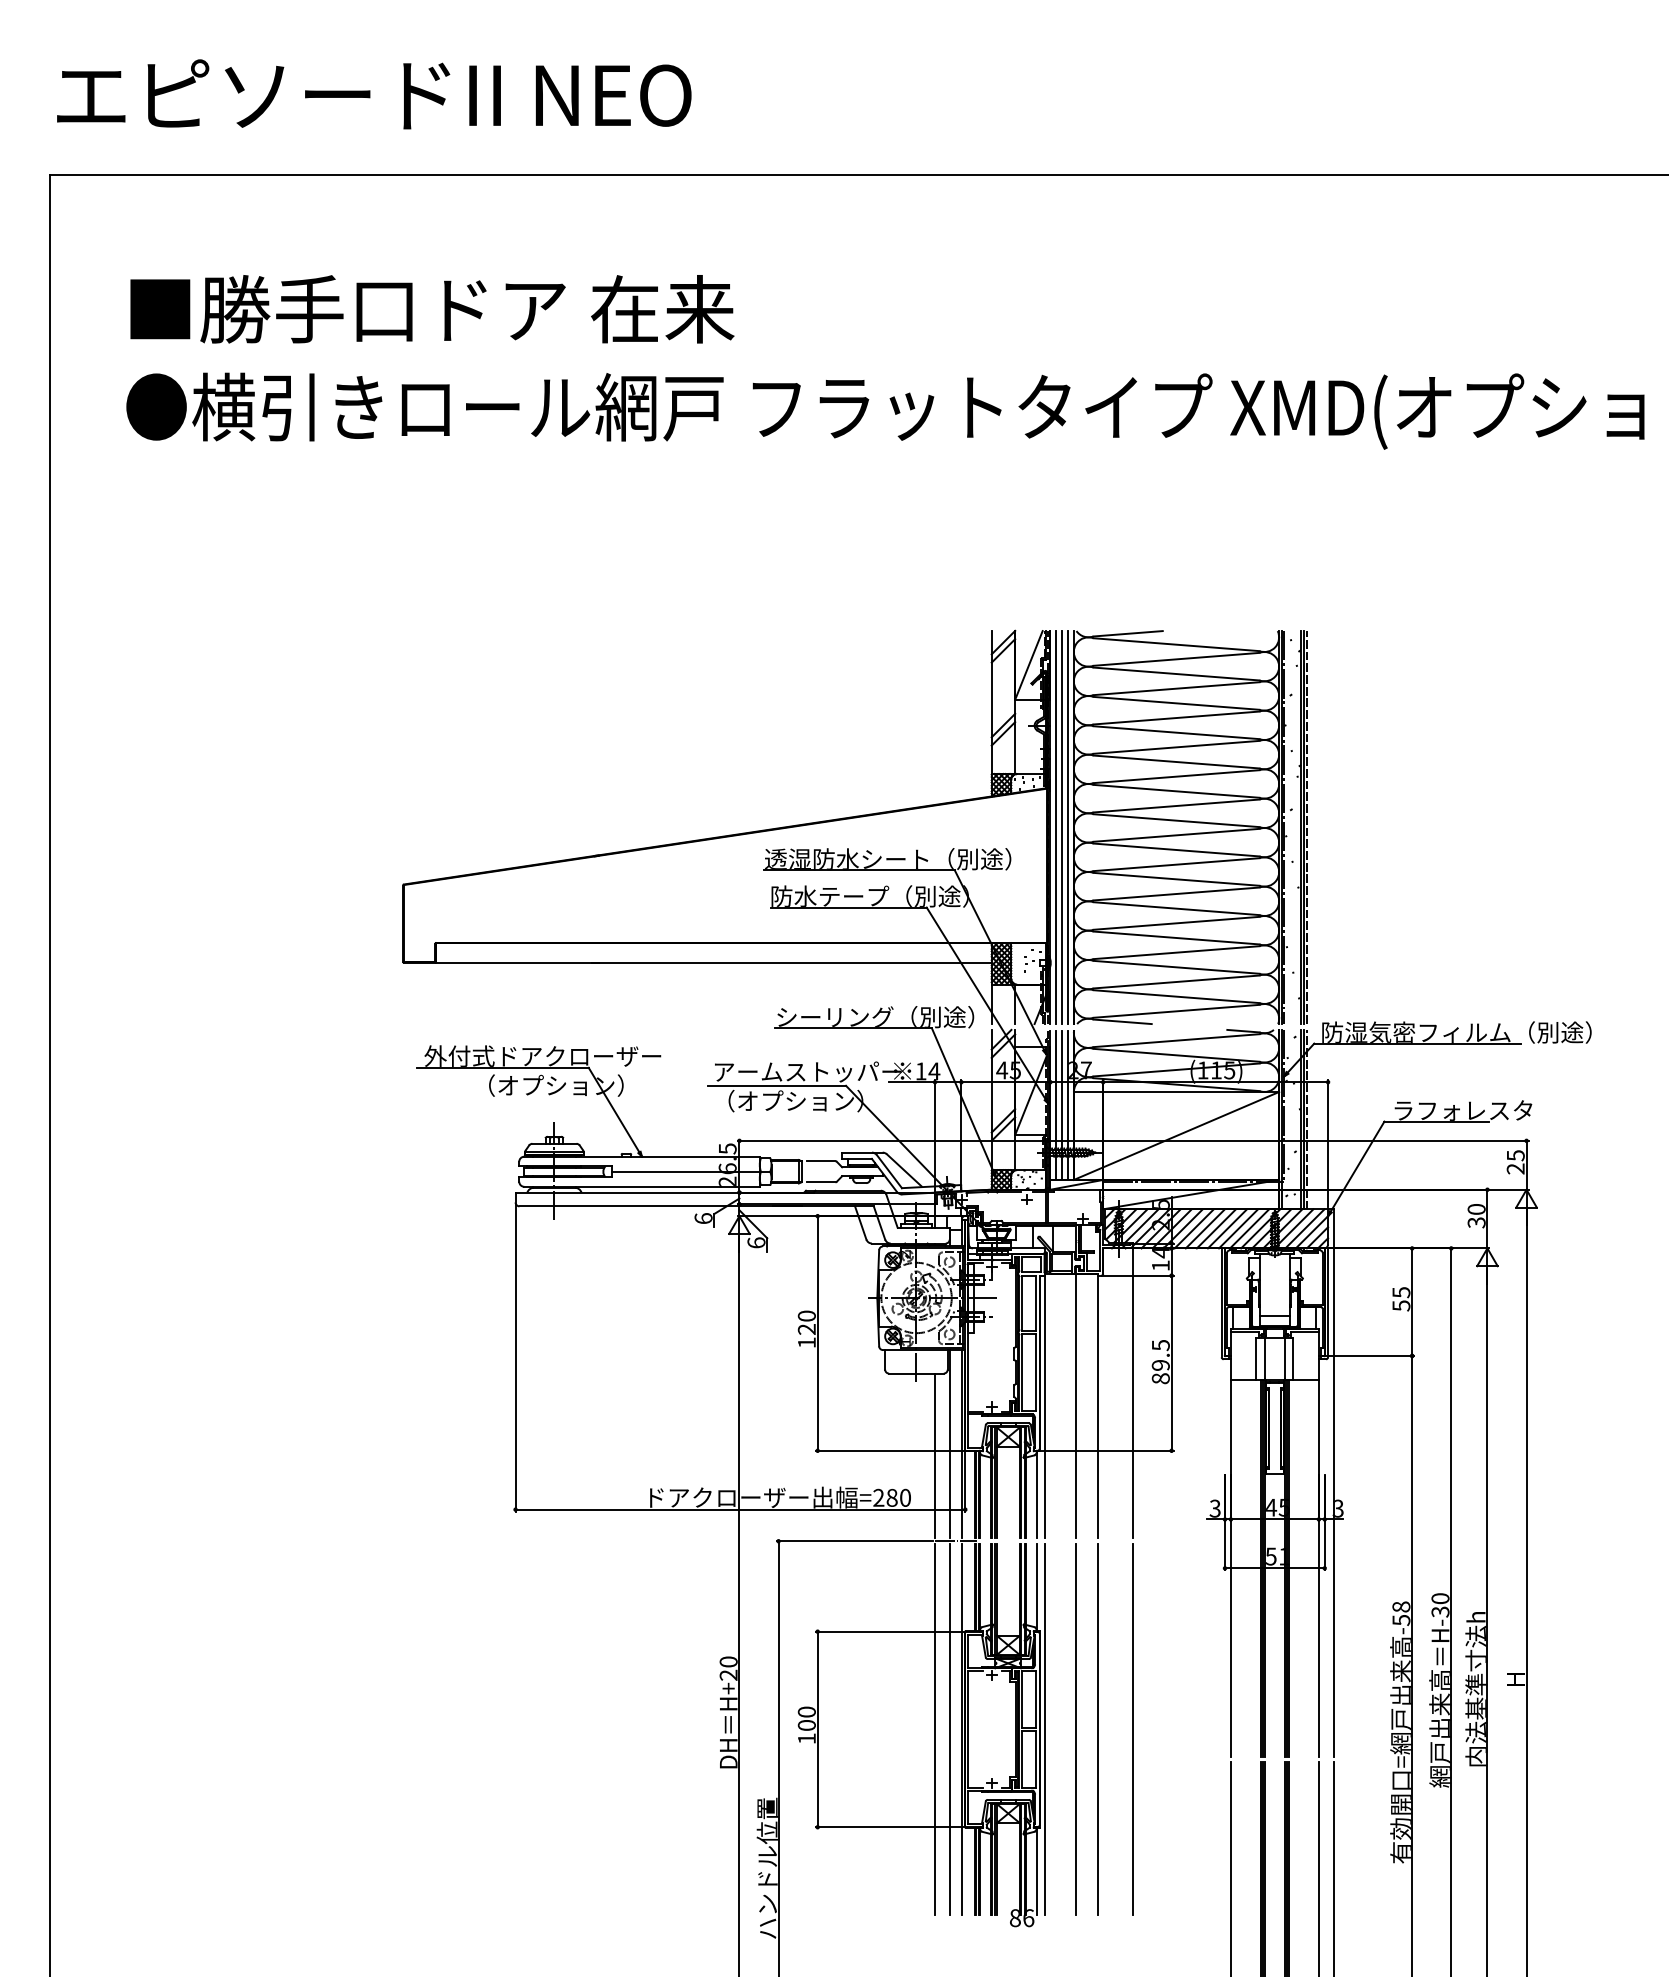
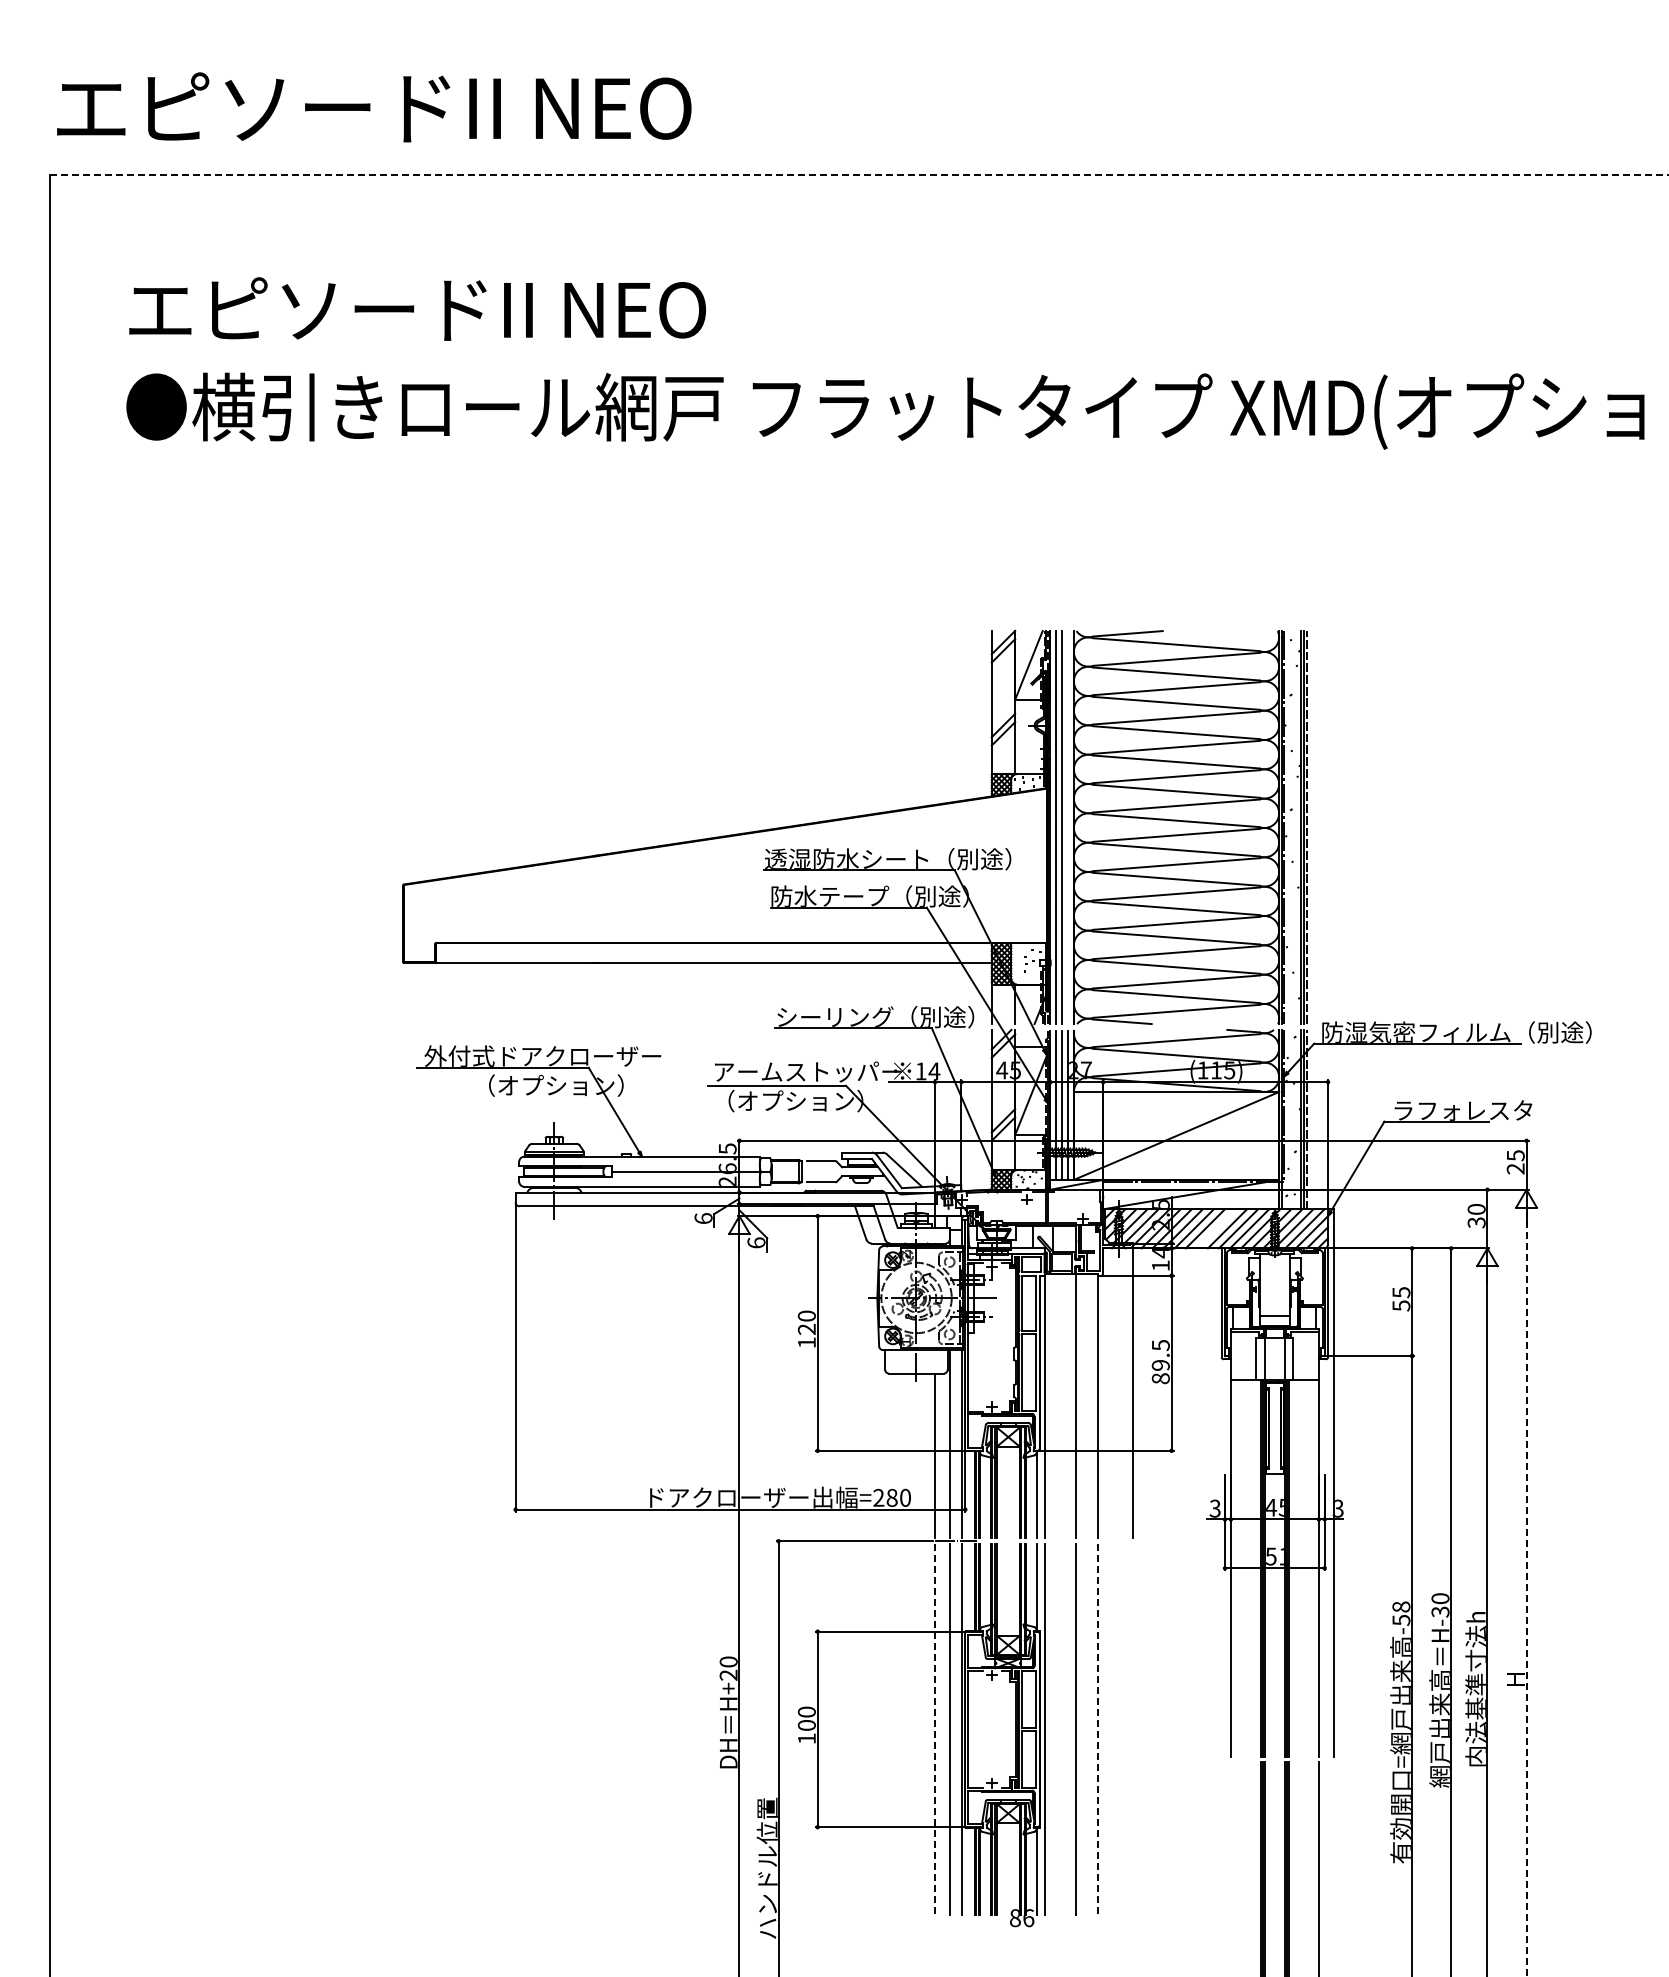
text at (374, 94) position: (374, 94) -> (374, 107)
line at (859, 175): solid -> dashed
text at (431, 309): ■勝手口ドア 在来 -> エピソードII NEO
line at (1067, 827): present -> none
line at (1216, 1228): present -> none
line at (1526, 1594): solid -> dashed
line at (935, 1729): solid -> dashed
line at (1097, 1729): solid -> dashed
line at (1132, 1729): present -> none
line at (1230, 1867): present -> none
line at (1333, 1867): present -> none
